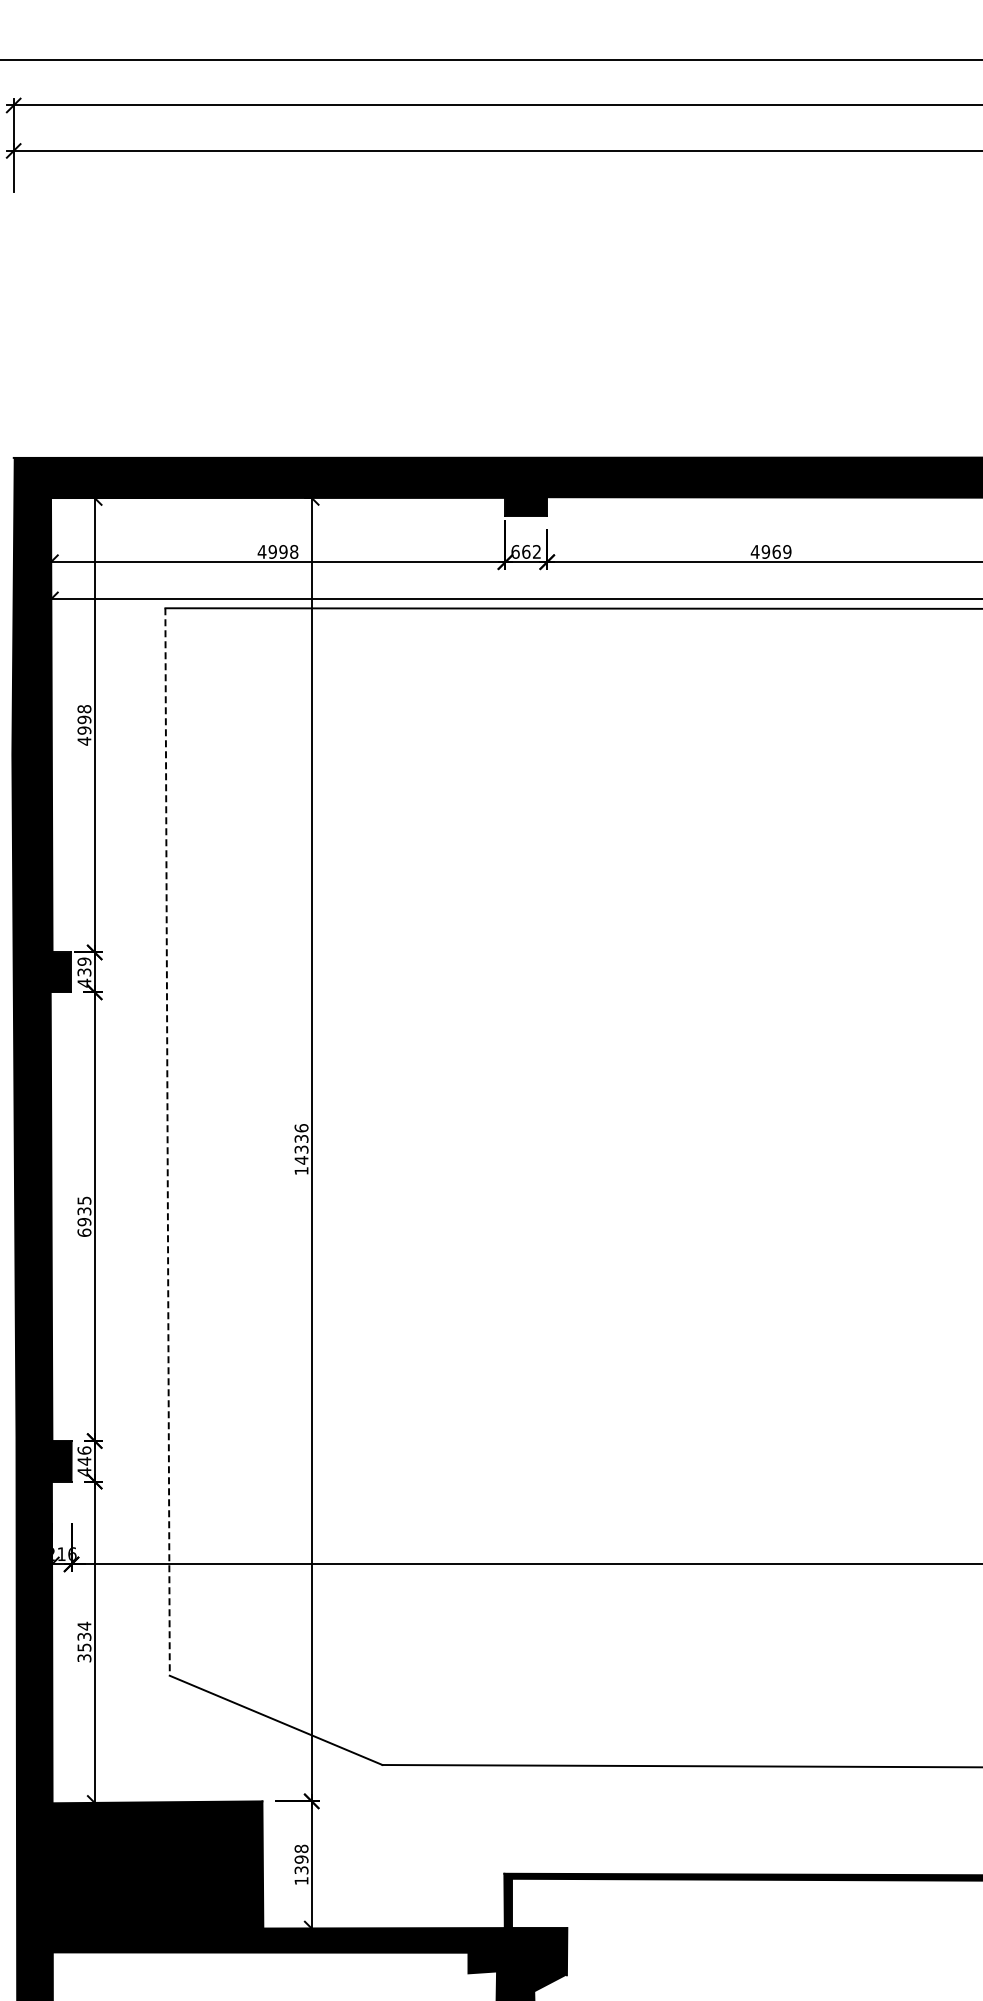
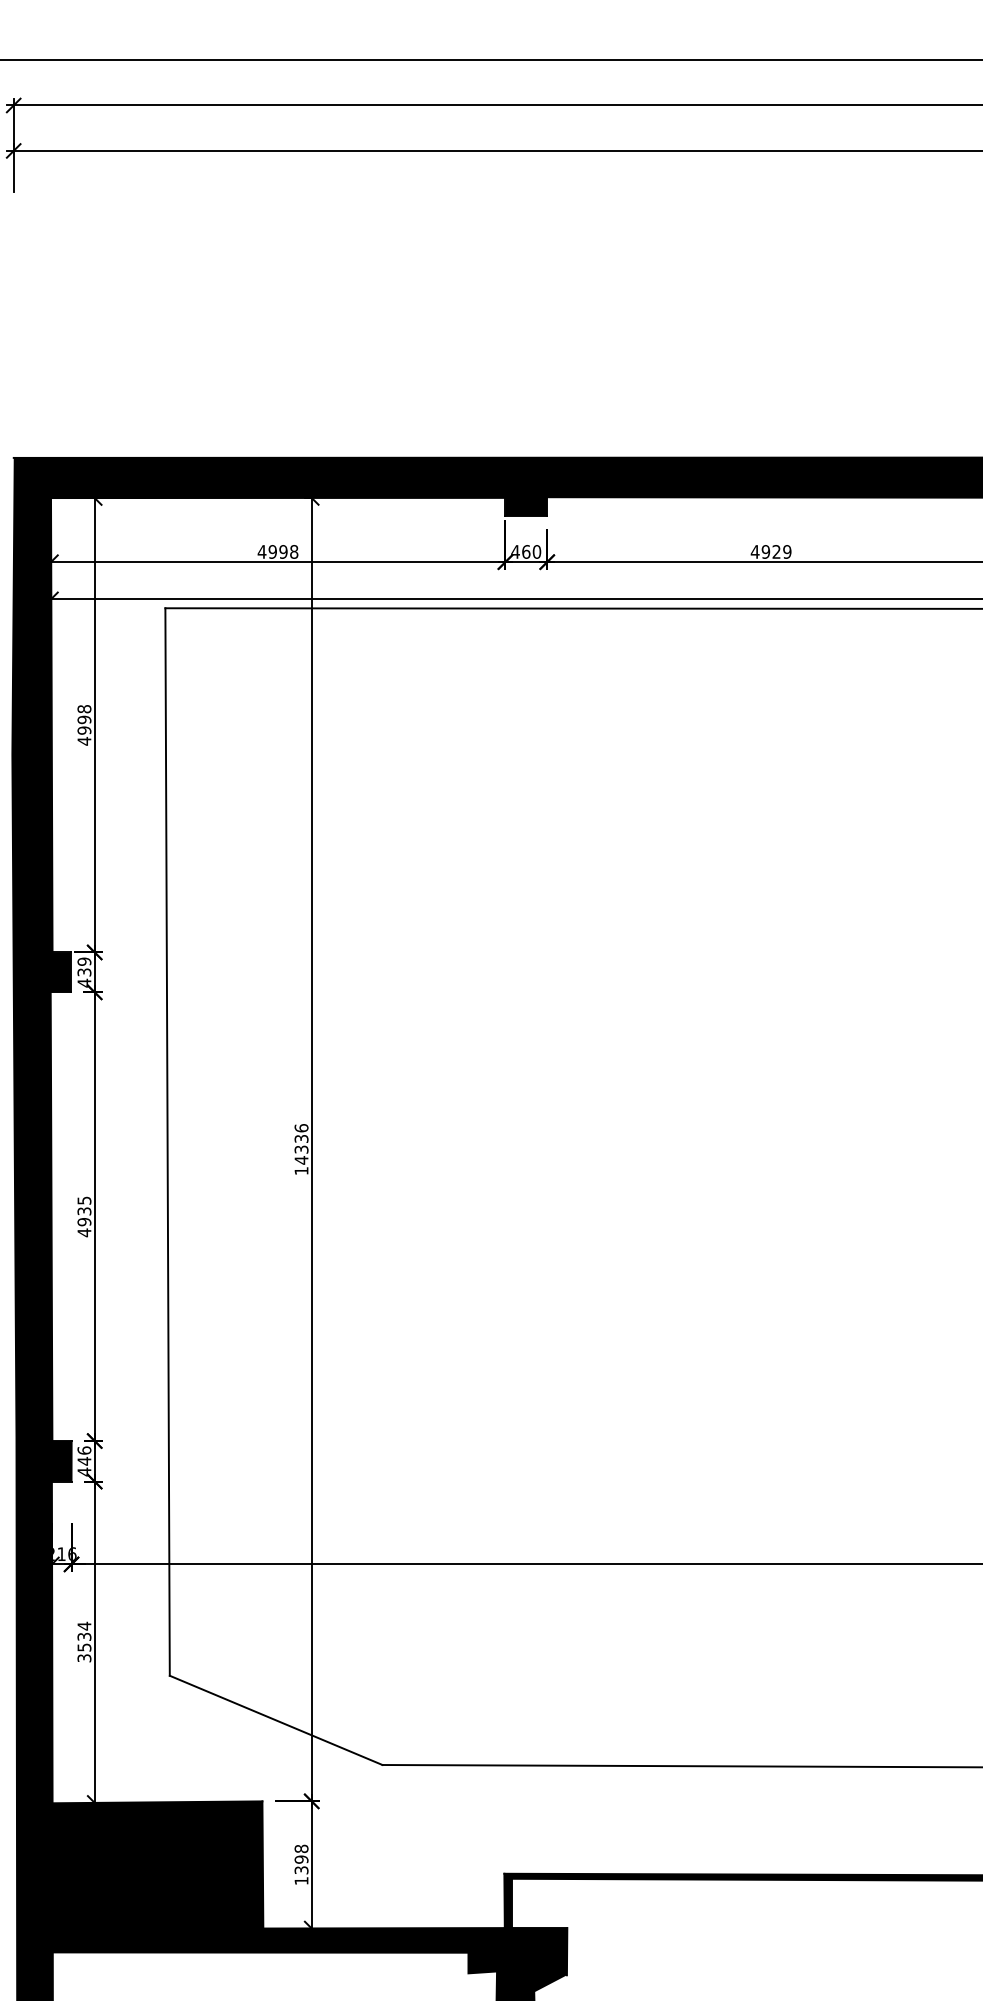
text at (526, 551): 662 -> 460
text at (776, 551): 4969 -> 4929
line at (167, 1142): dashed -> solid
text at (84, 1232): 6935 -> 4935
